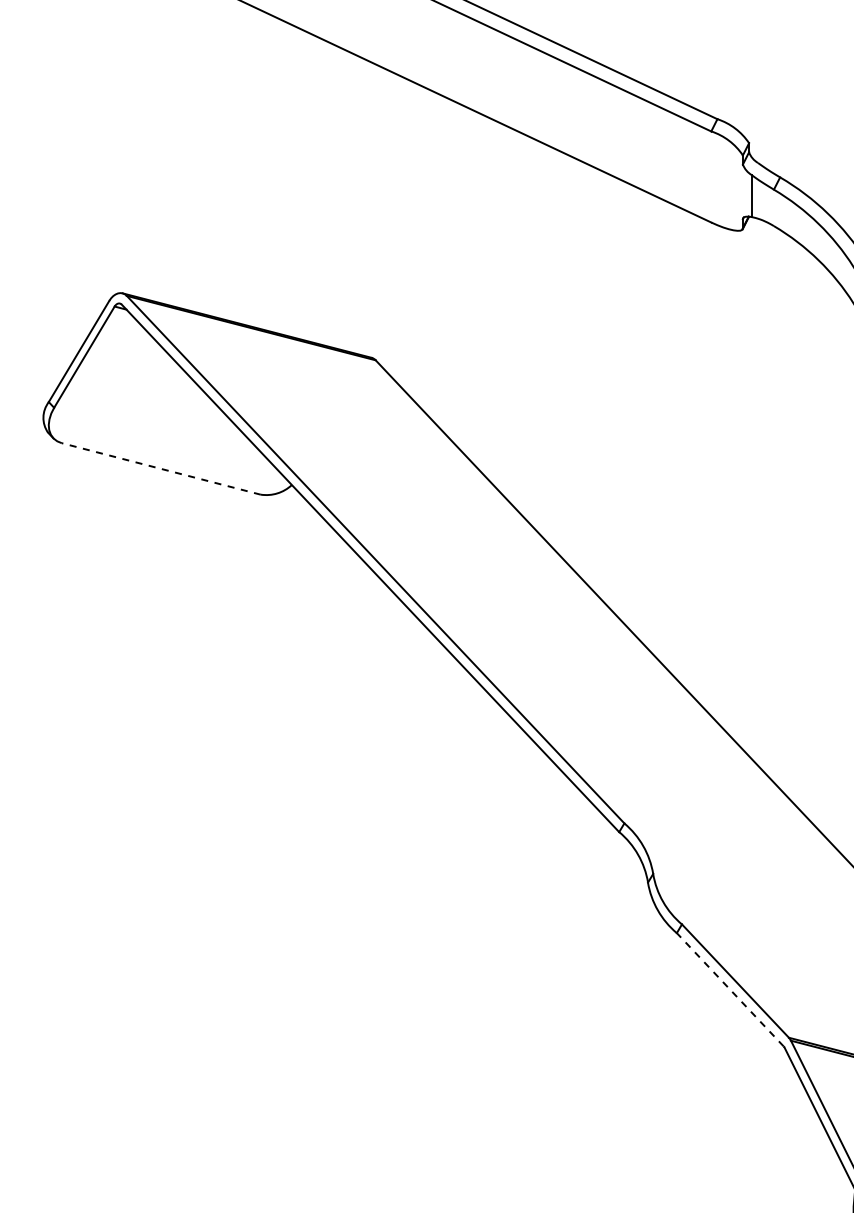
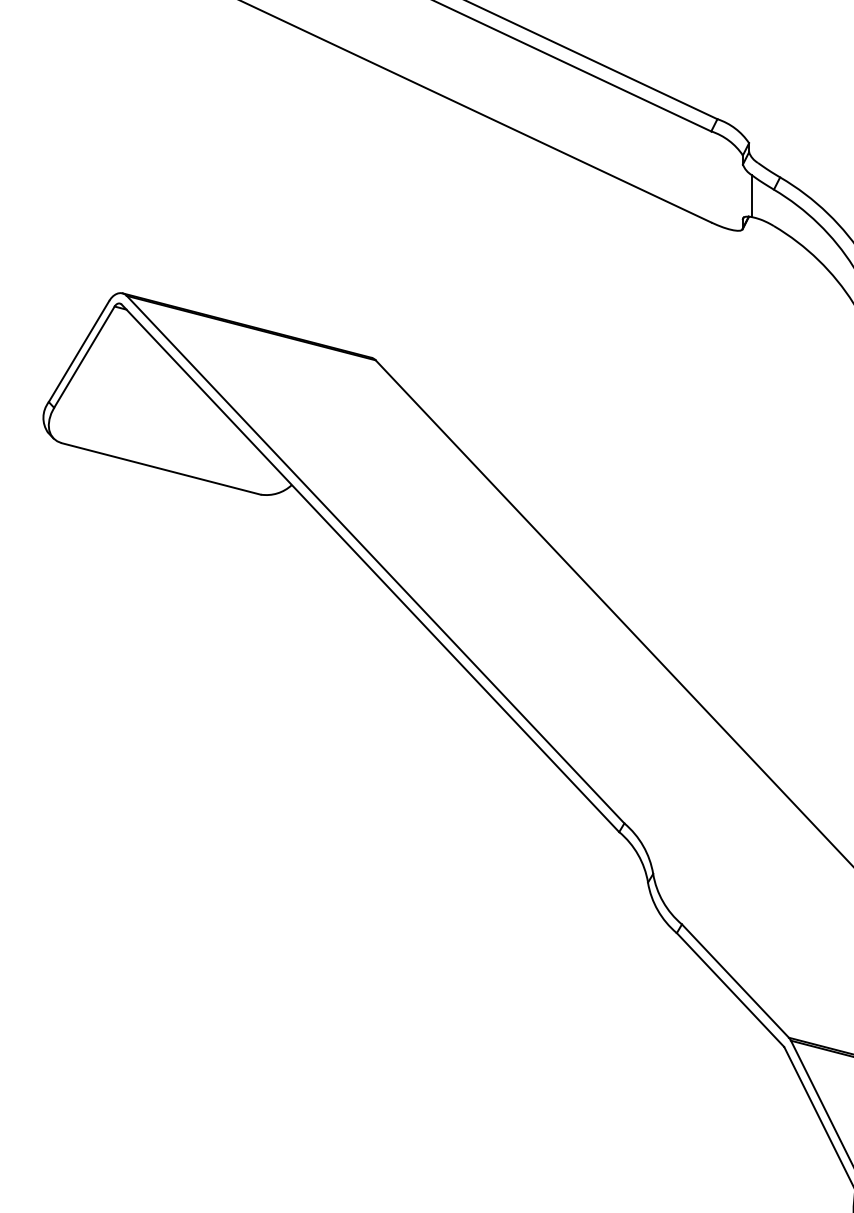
line at (161, 468): dashed -> solid
line at (730, 989): dashed -> solid
